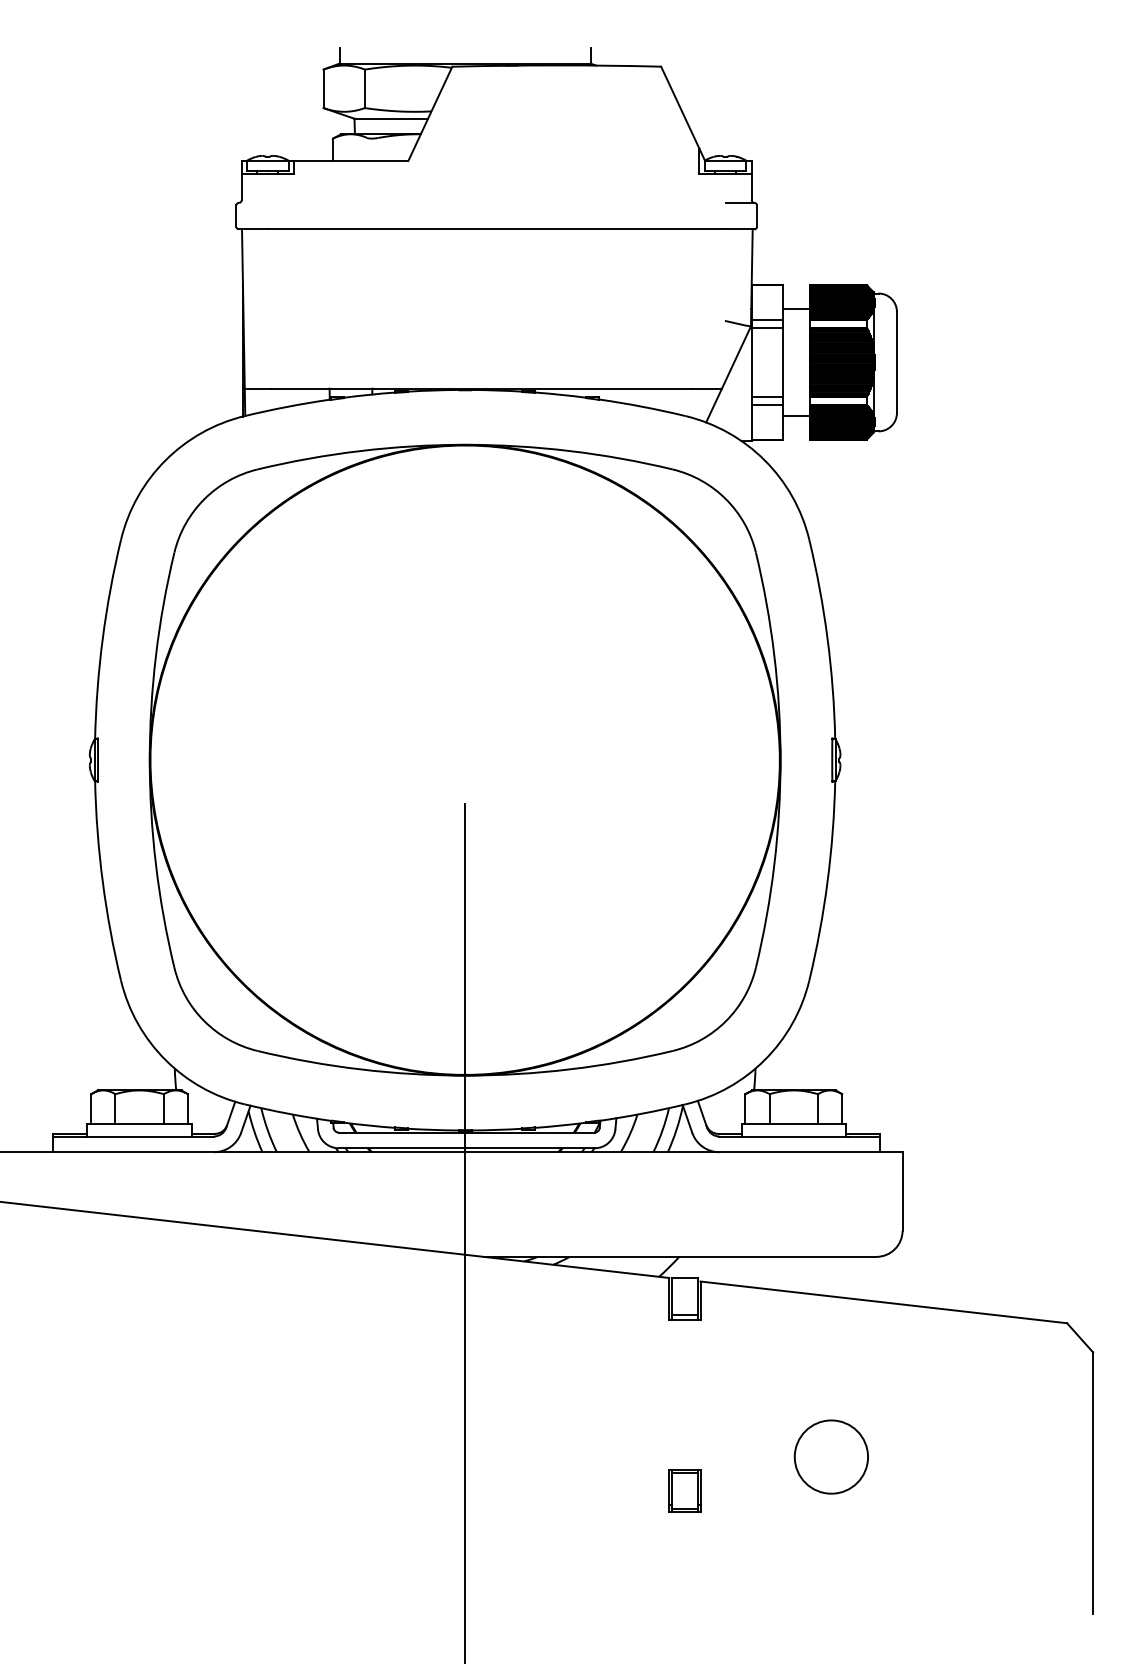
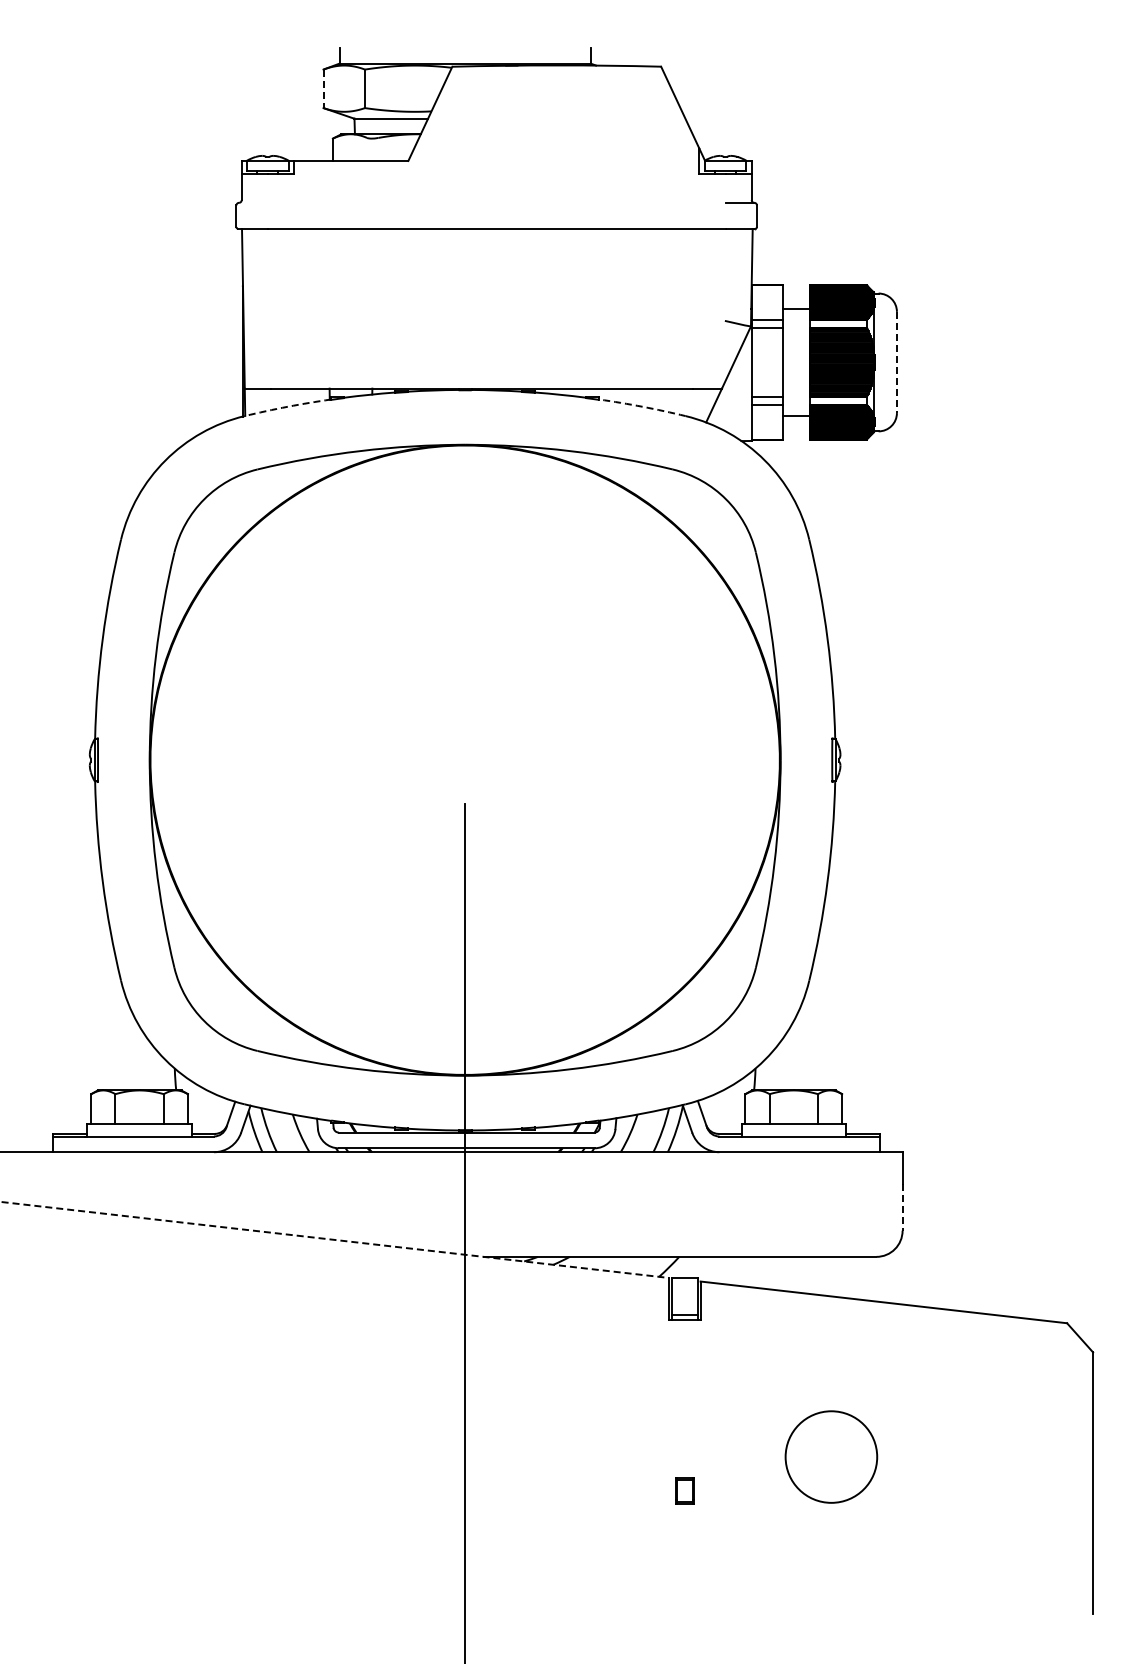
line at (323, 89): solid -> dashed
line at (896, 362): solid -> dashed
arc at (287, 406): solid -> dashed
arc at (642, 406): solid -> dashed
line at (902, 1207): solid -> dashed
line at (335, 1240): solid -> dashed
circle at (831, 1456) diameter: 73 px -> 92 px
part at (684, 1490) size: 34x44 px -> 20x28 px
